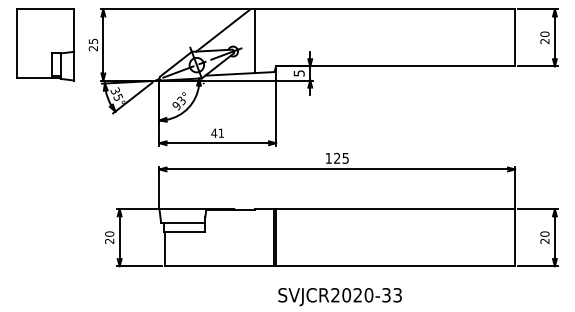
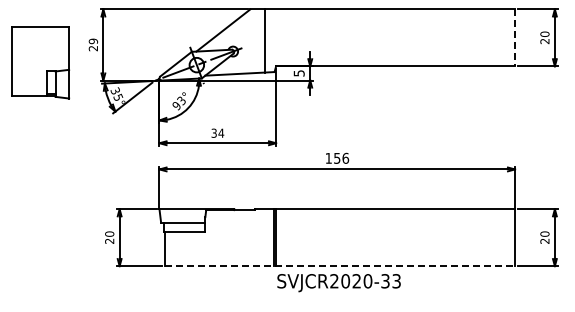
line at (515, 38): solid -> dashed
text at (92, 41): 25 -> 29
line at (254, 41) position: (254, 41) -> (264, 41)
part at (45, 44) position: (45, 44) -> (40, 62)
text at (217, 132): 41 -> 34
text at (341, 157): 125 -> 156
line at (340, 266): solid -> dashed
text at (339, 297) position: (339, 297) -> (338, 283)
